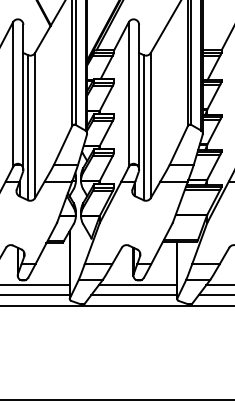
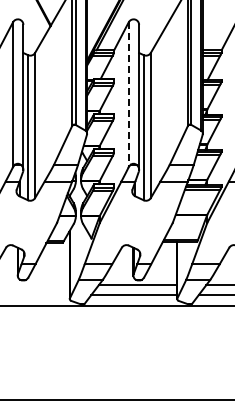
line at (128, 95): solid -> dashed
line at (35, 285): present -> none
line at (35, 294): present -> none
